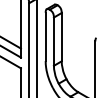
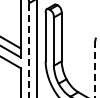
line at (29, 50): solid -> dashed
line at (95, 69): solid -> dashed
